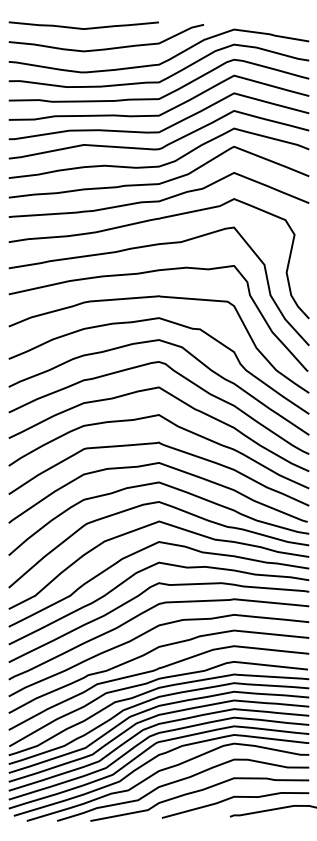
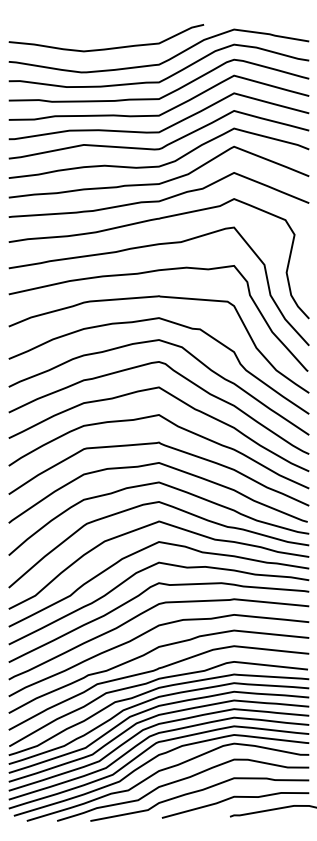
curve at (81, 27): present -> none
